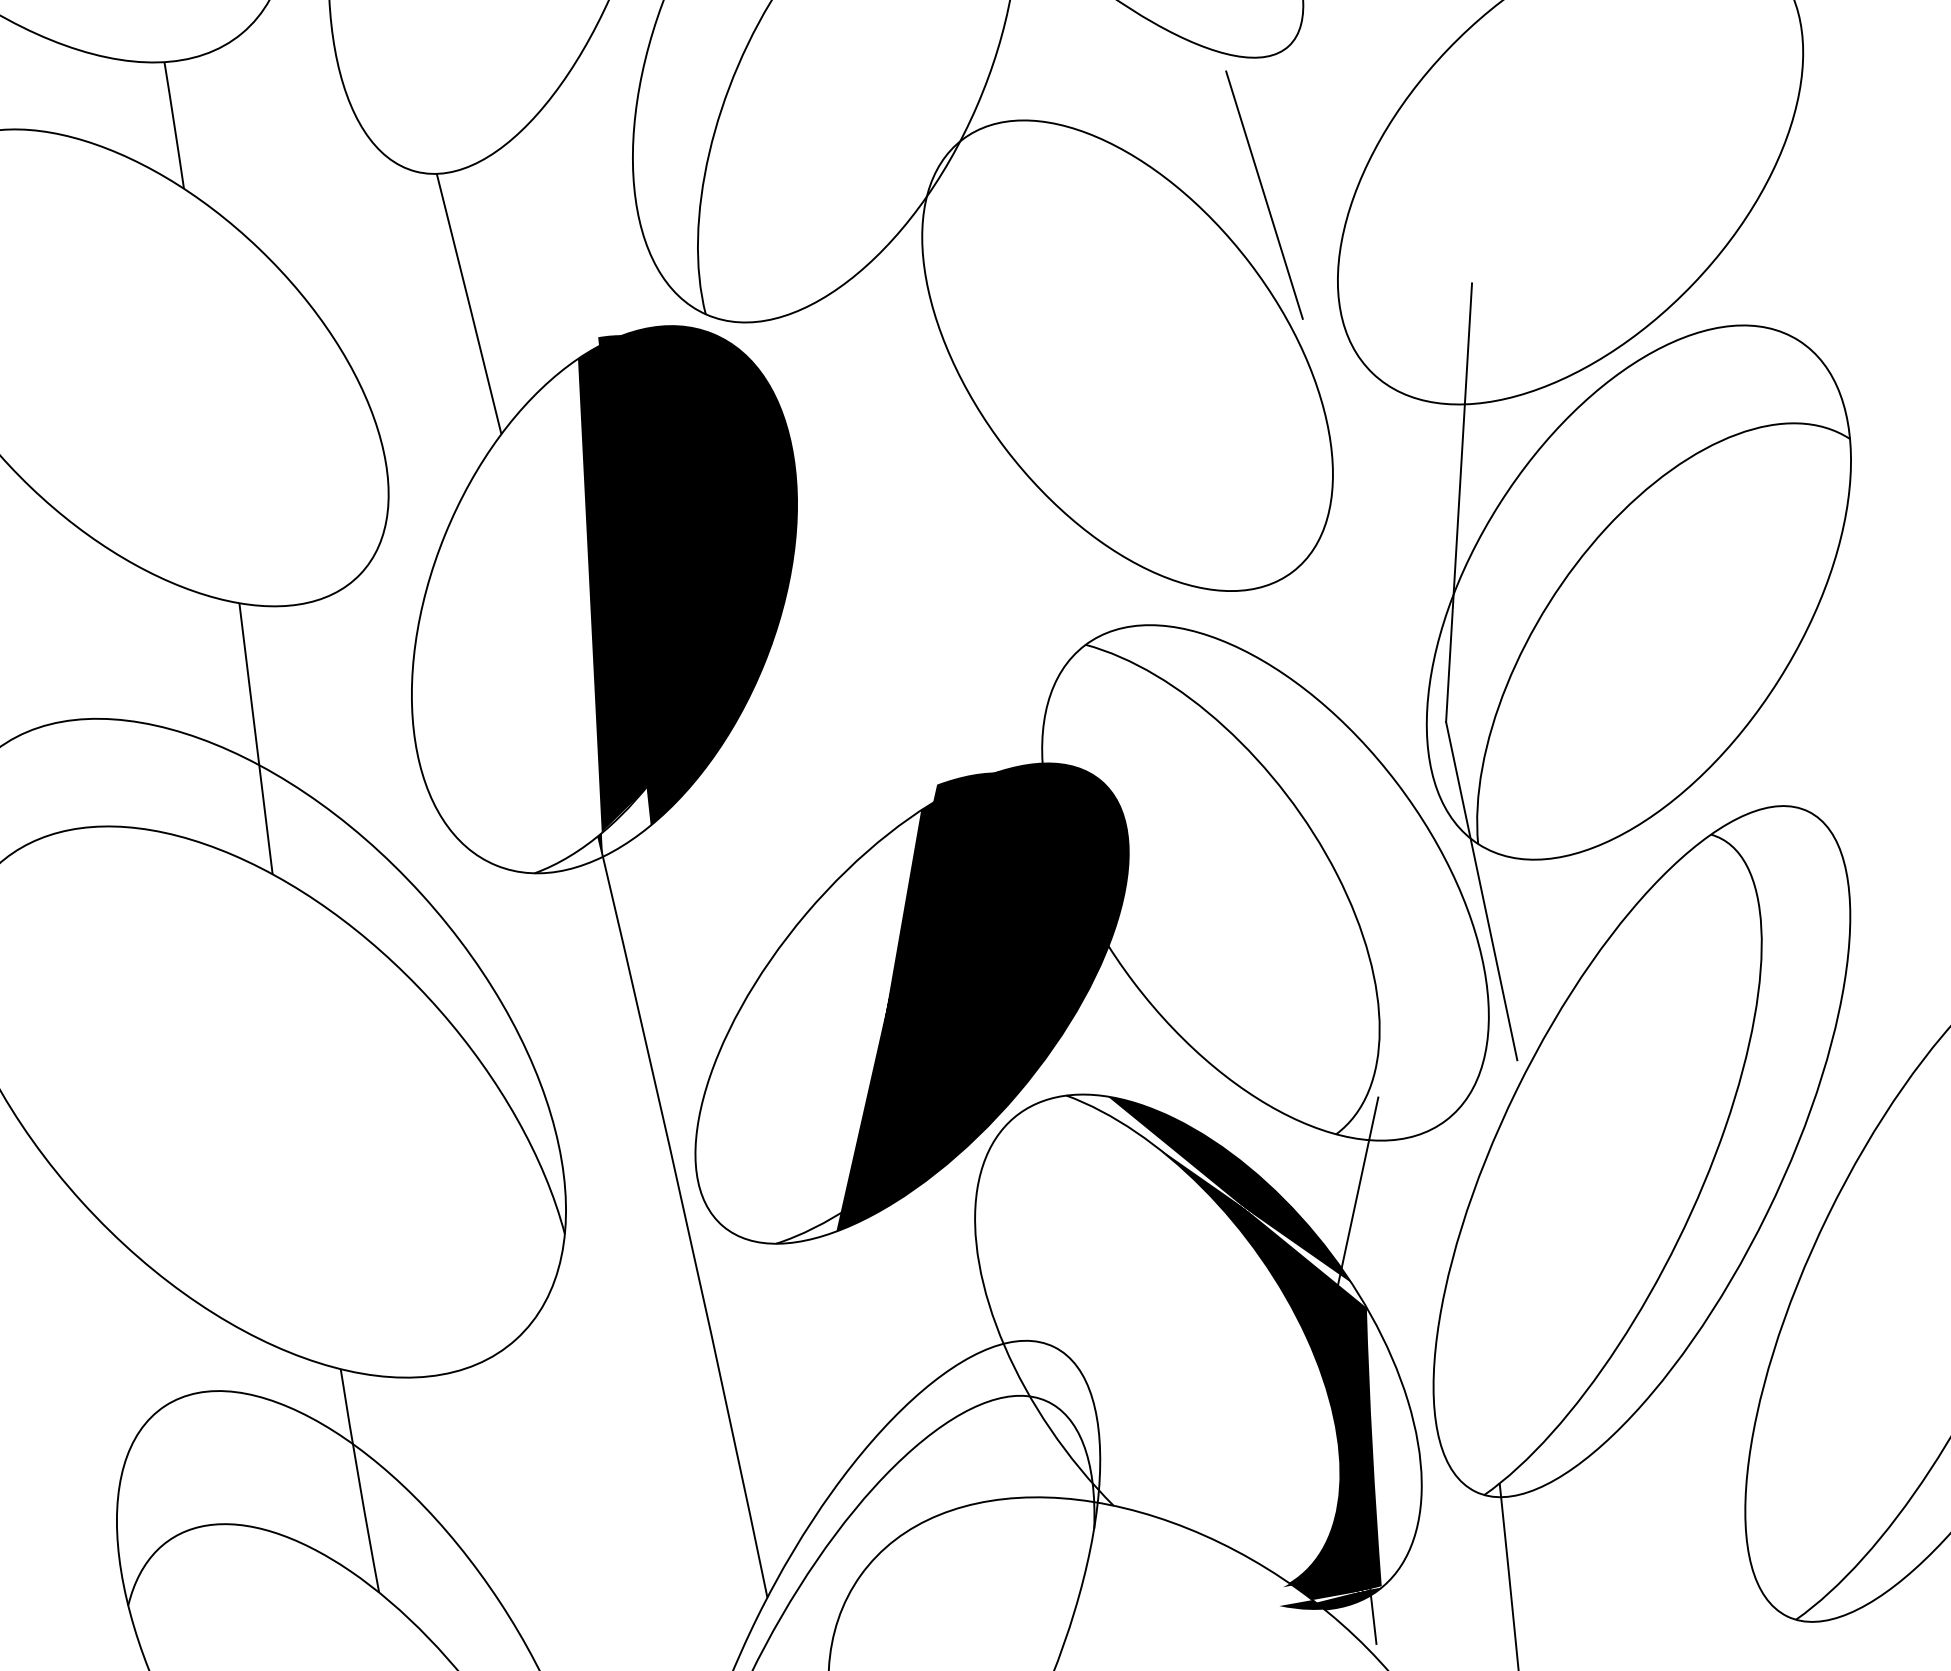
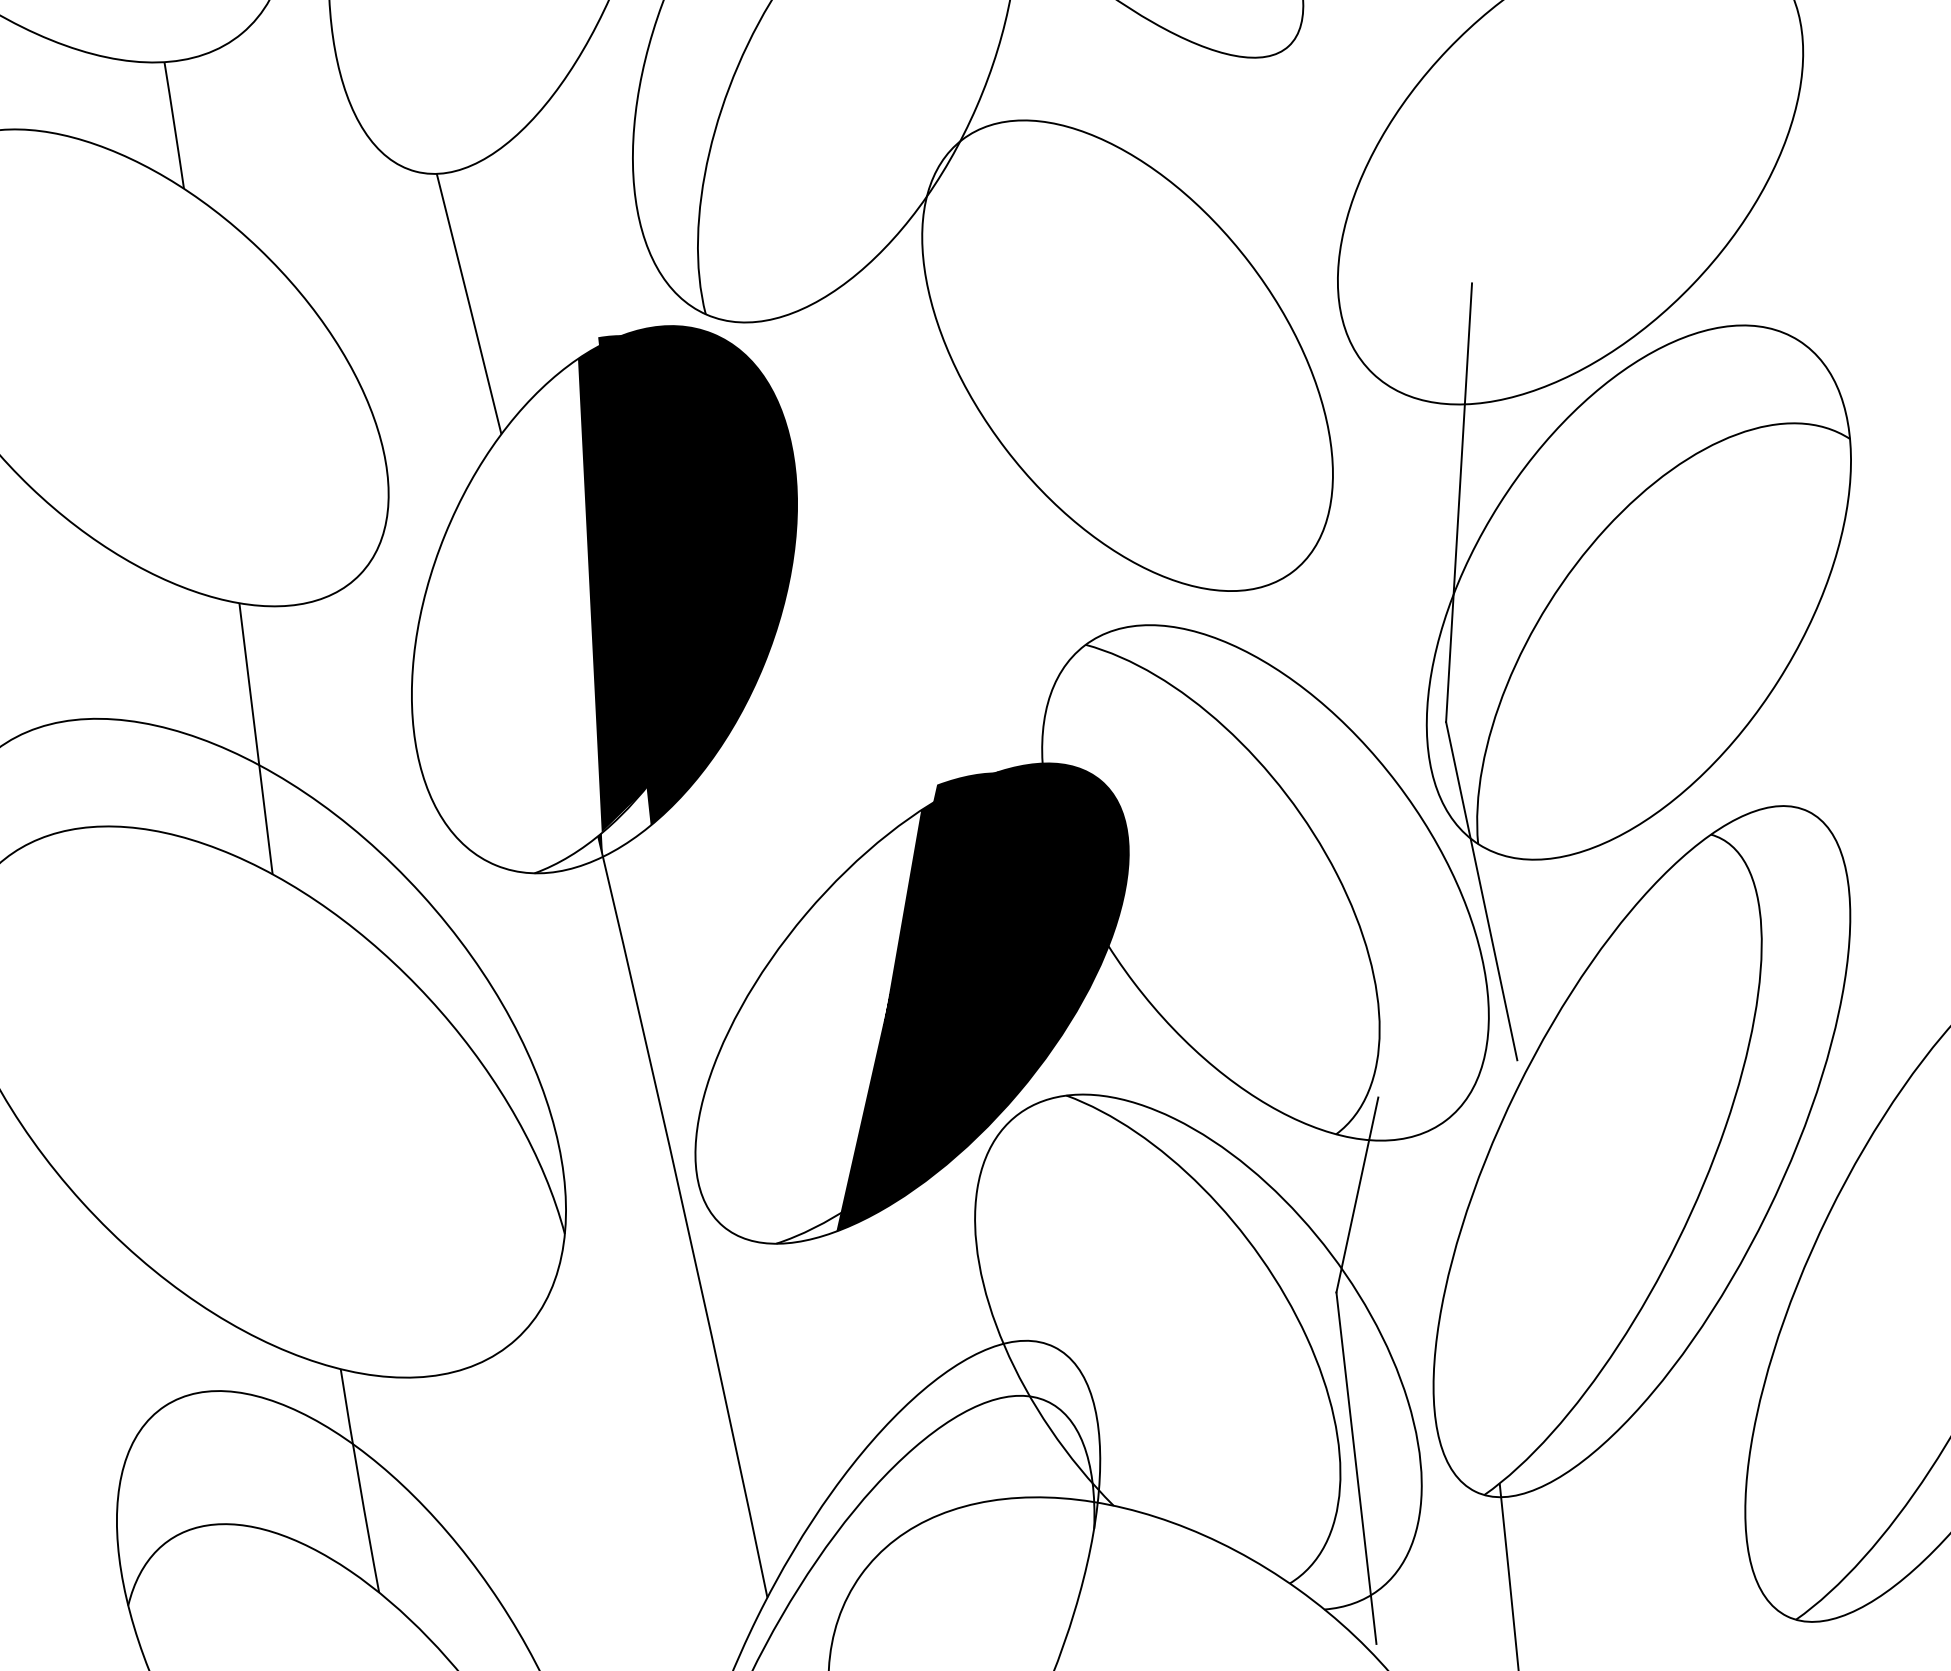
line at (1264, 194): present -> none
fill at (1245, 1352): present -> none
